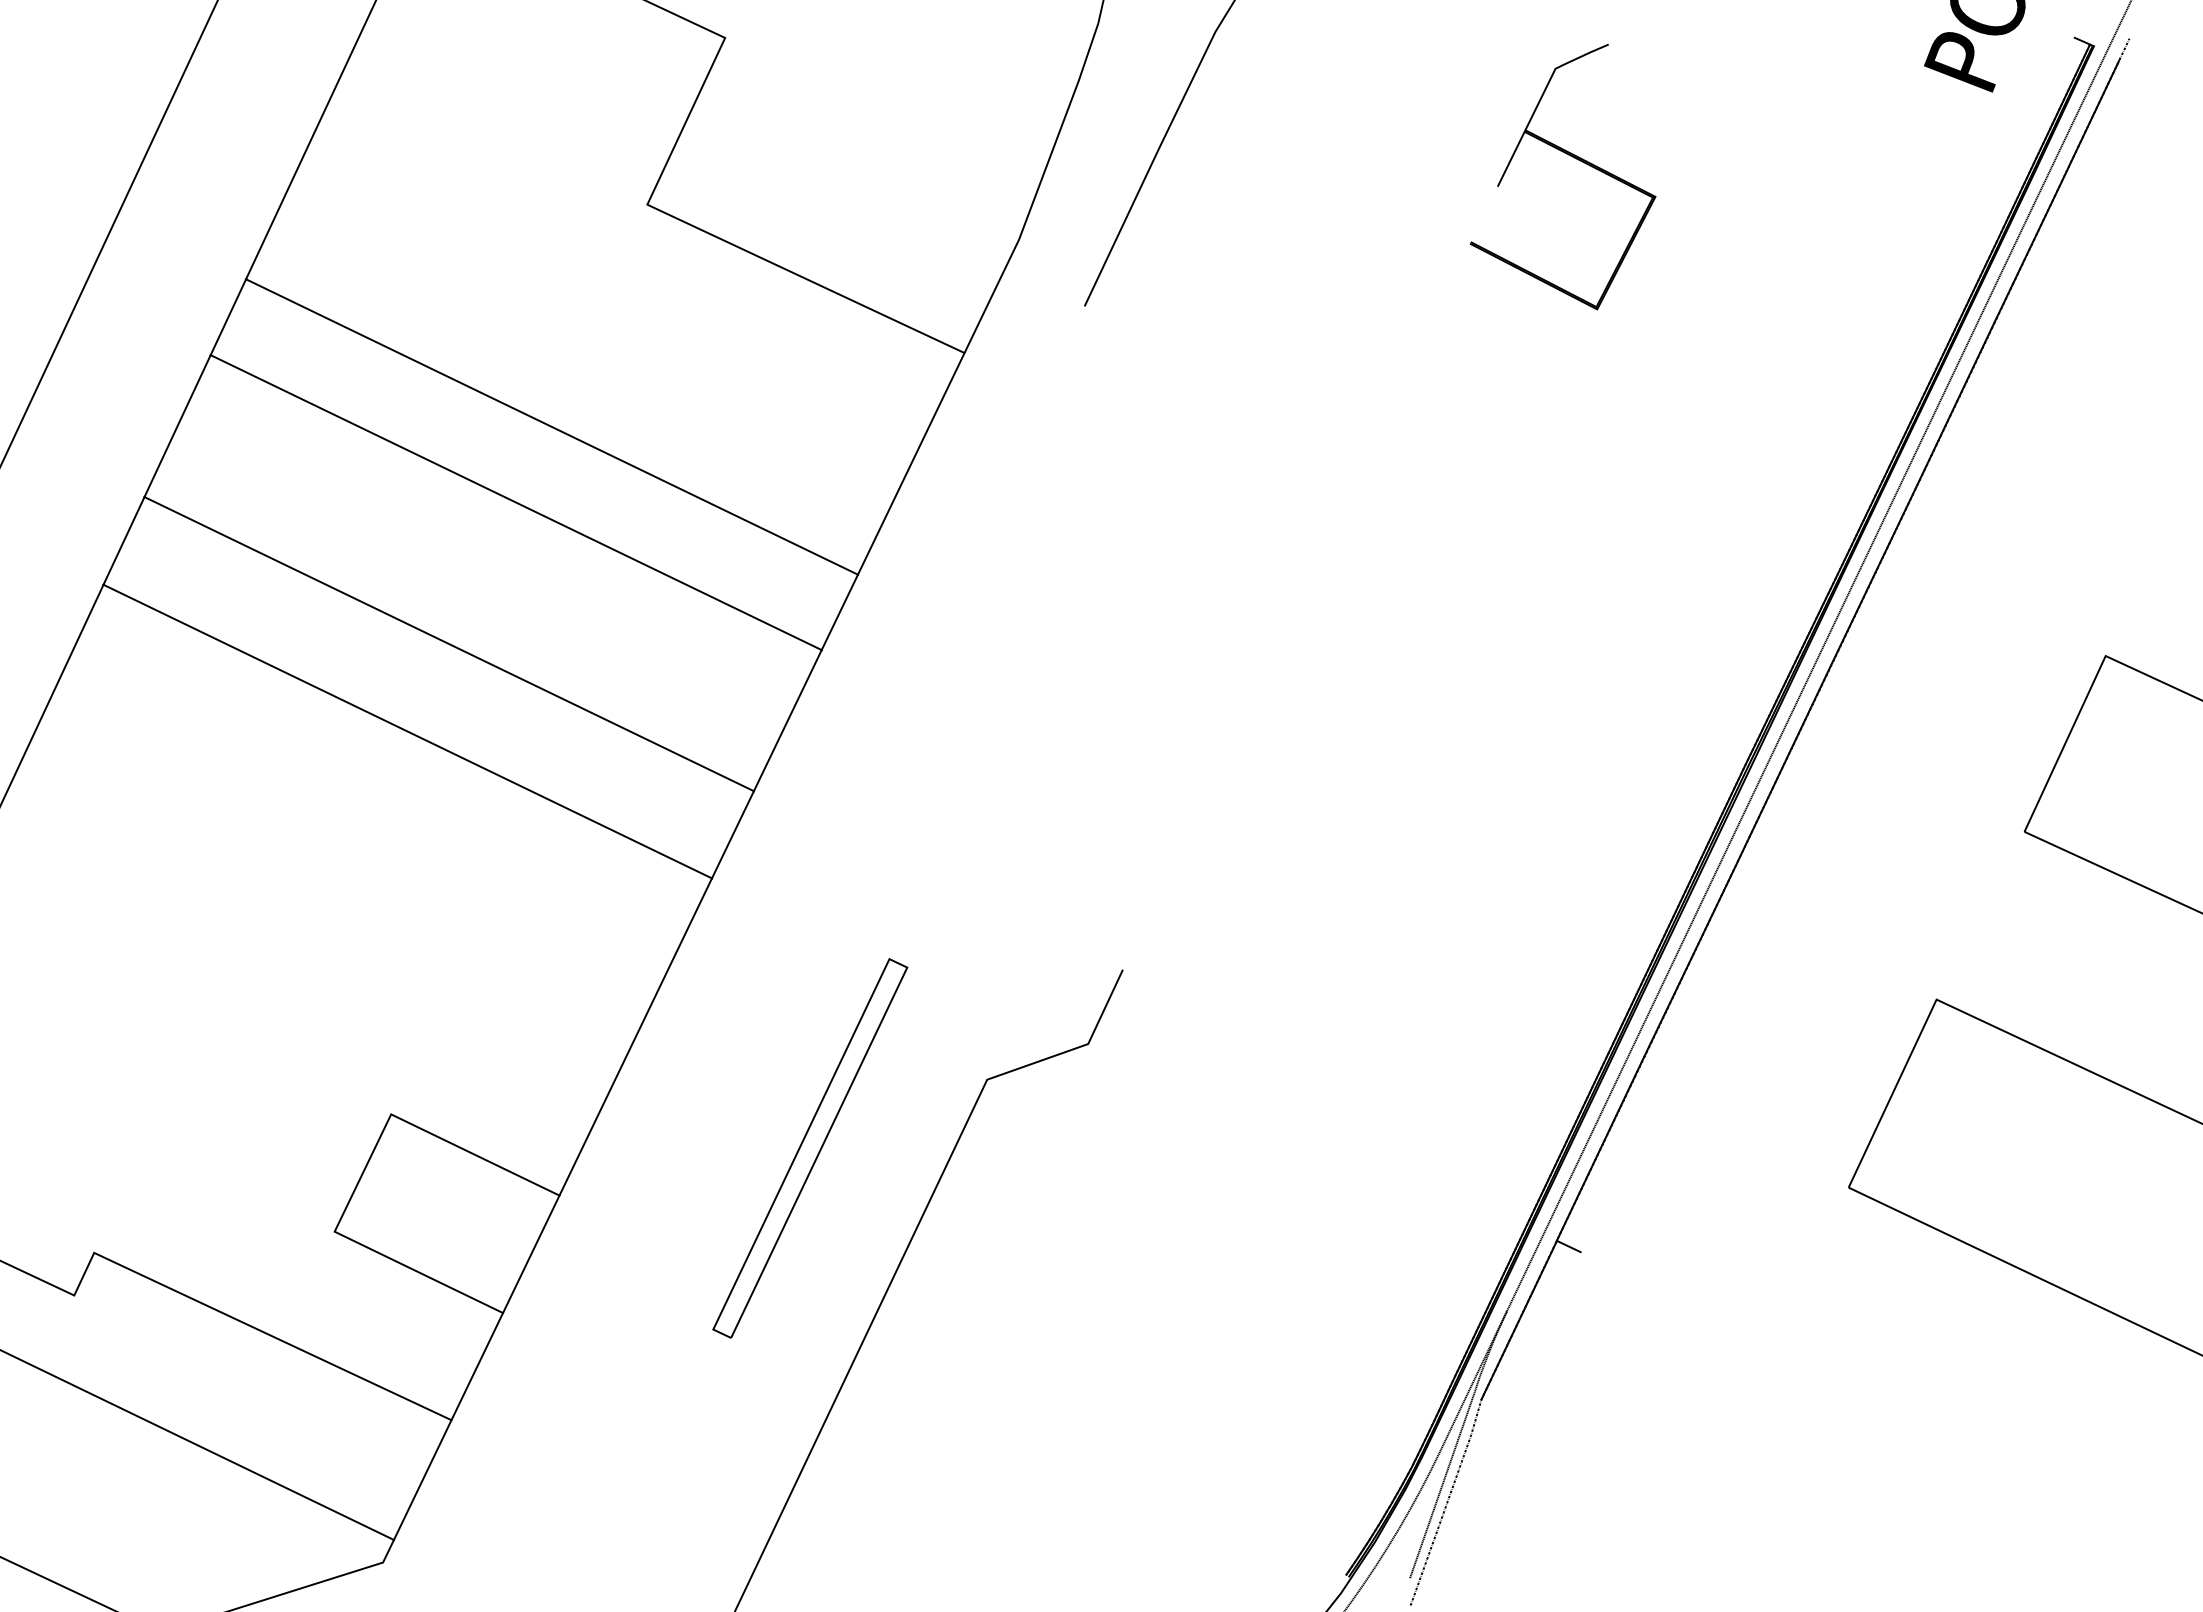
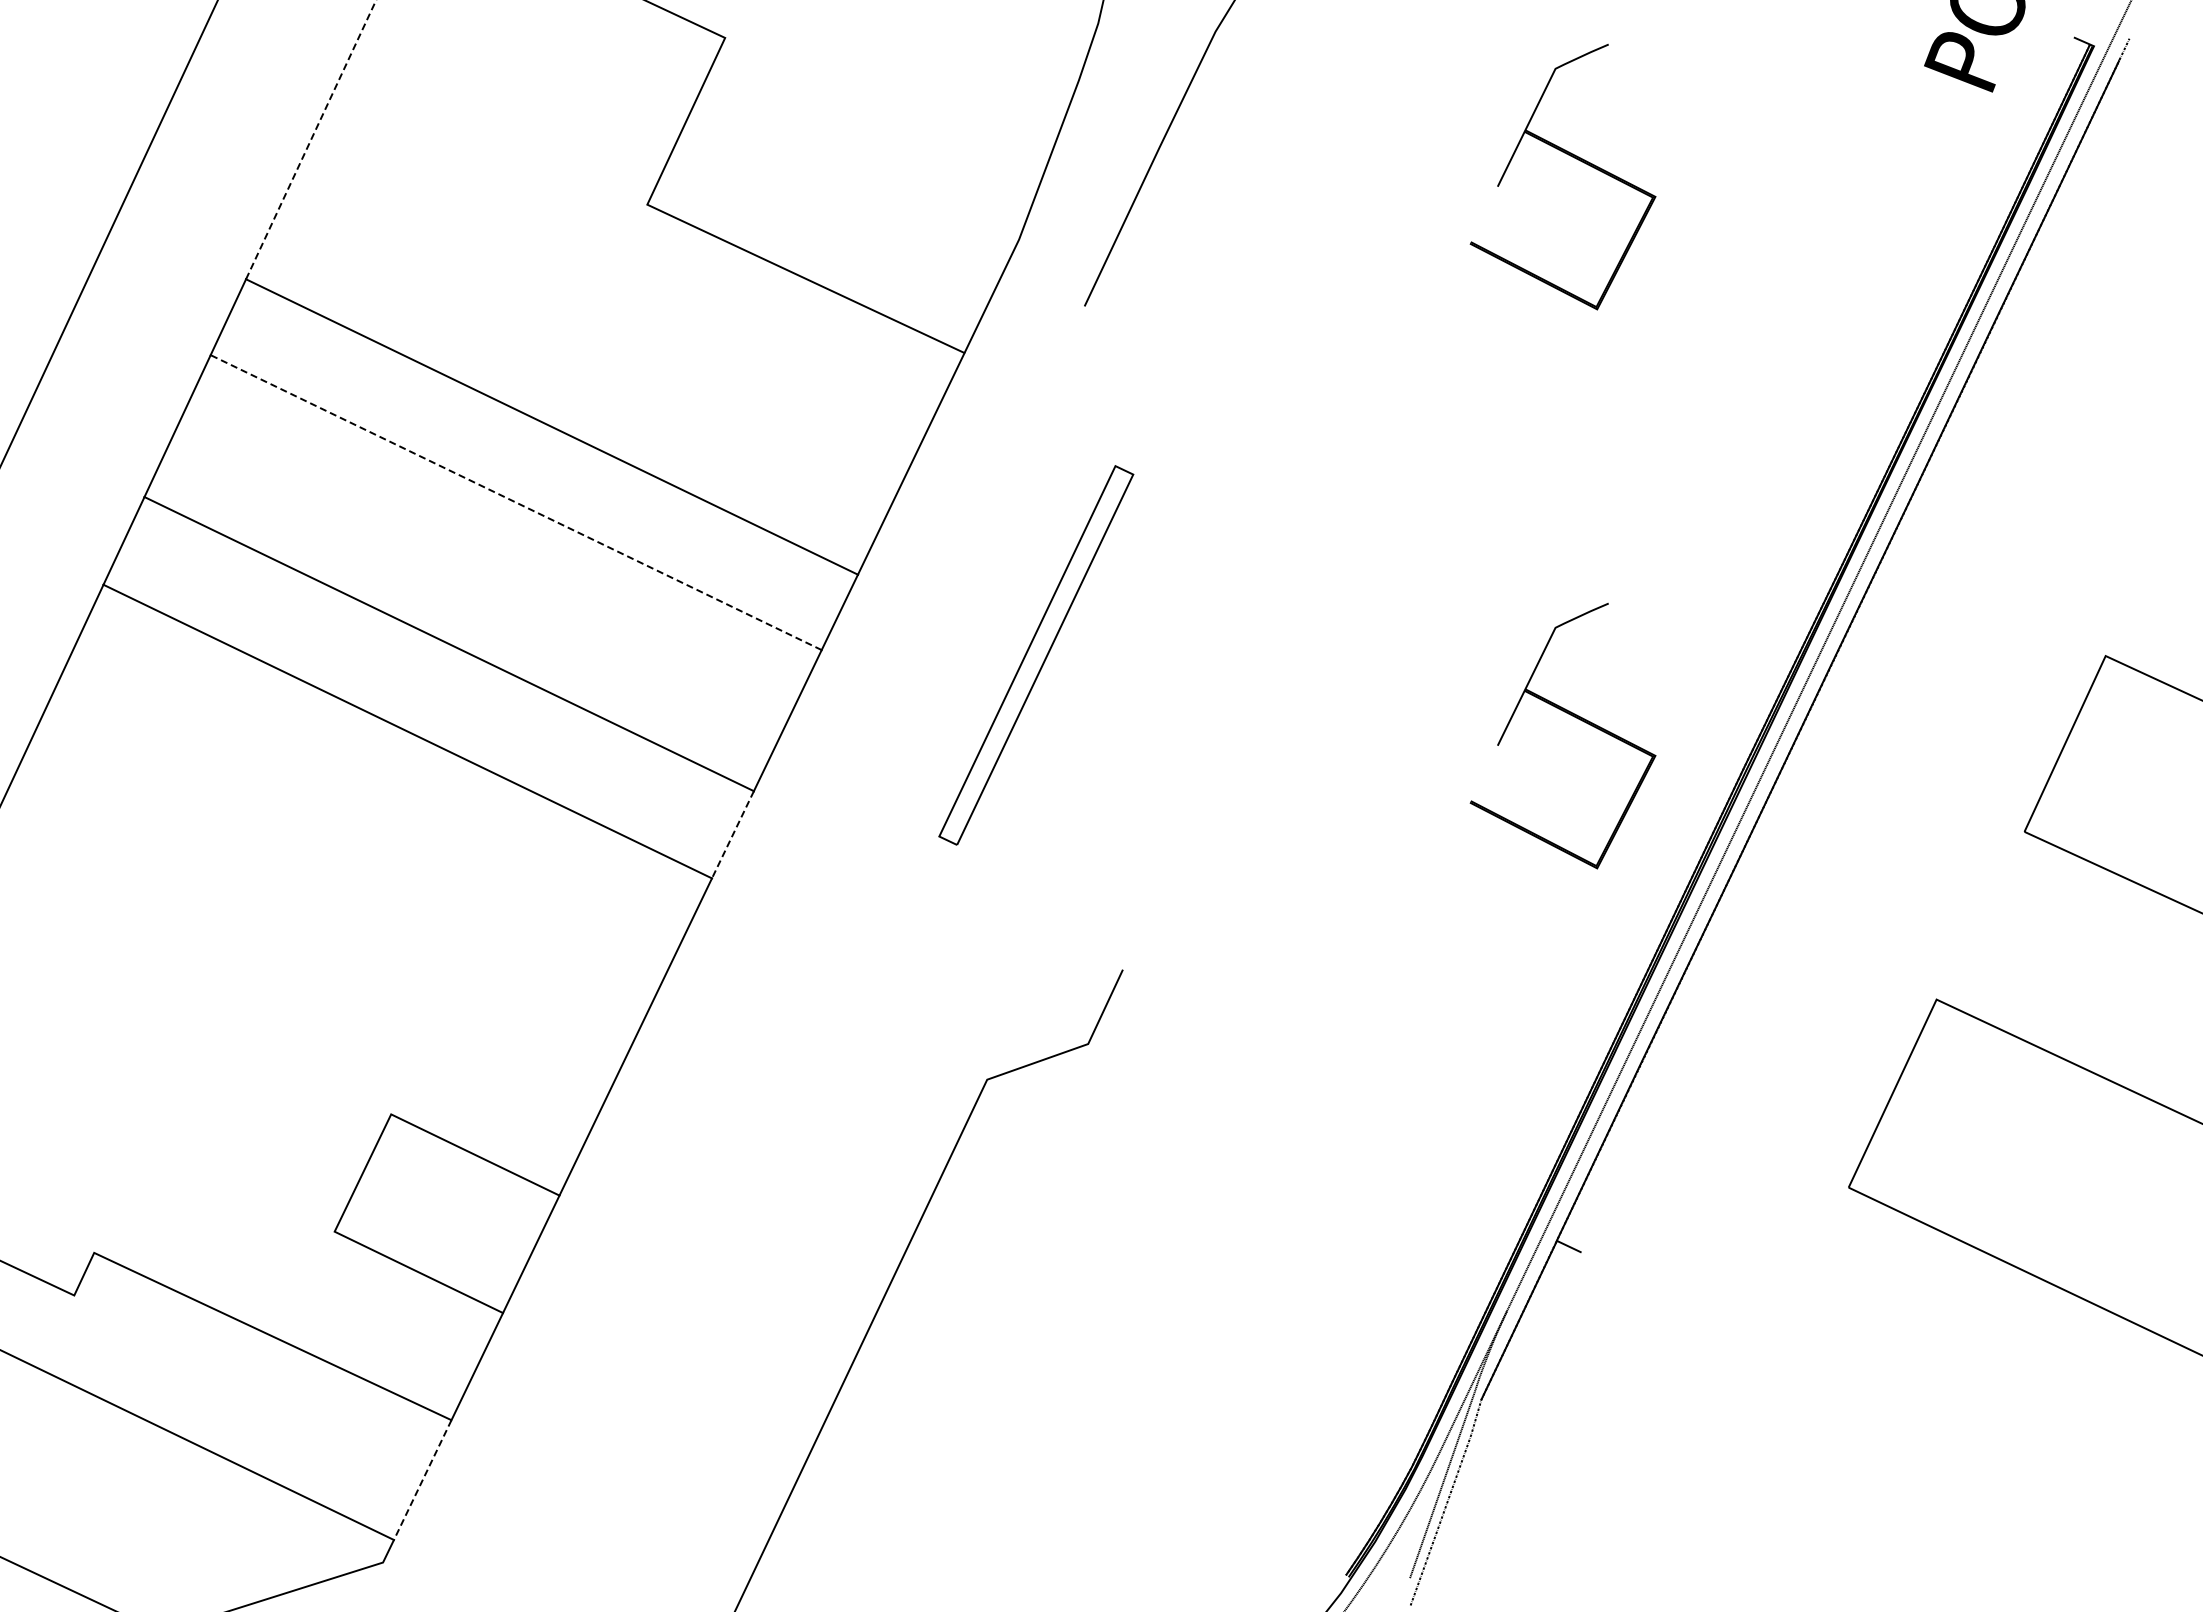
line at (311, 139): solid -> dashed
line at (515, 502): solid -> dashed
part at (1572, 716): none -> present
line at (732, 835): solid -> dashed
part at (810, 1148) position: (810, 1148) -> (1036, 655)
line at (422, 1480): solid -> dashed
